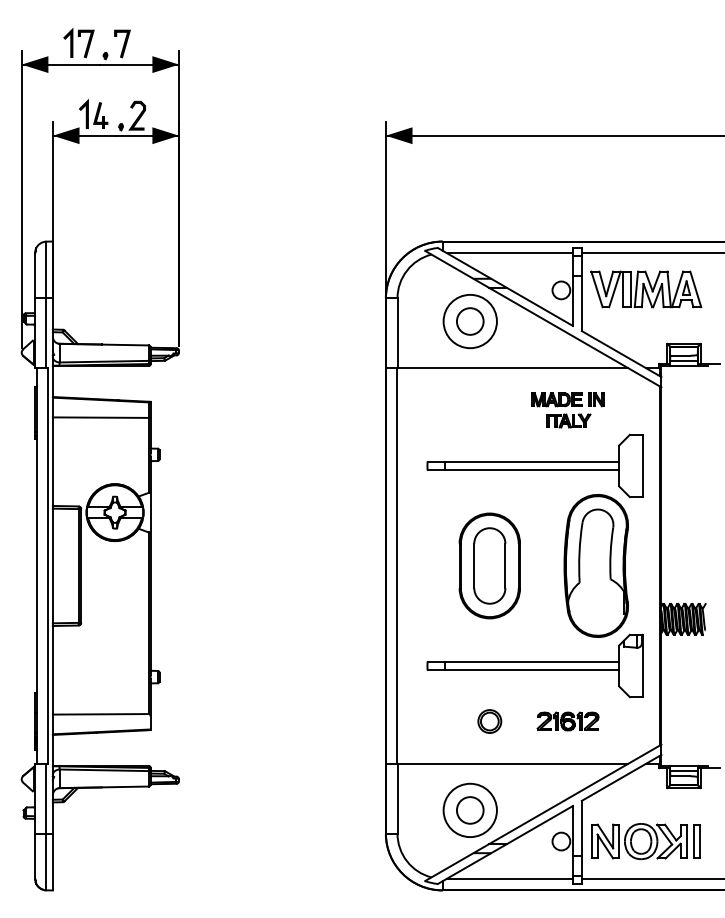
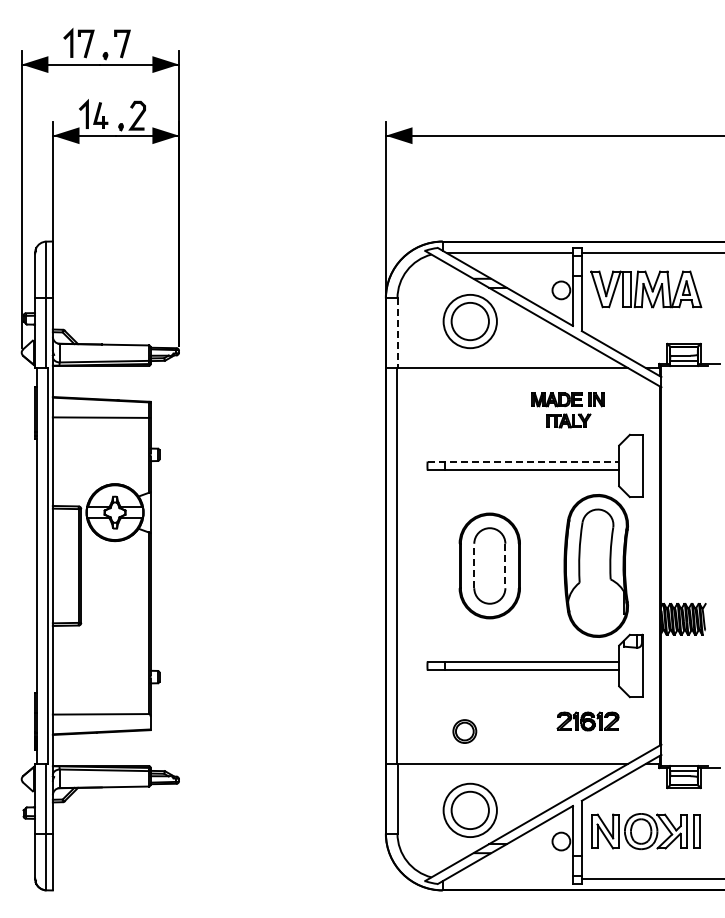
circle at (469, 321) diameter: 27 px -> 37 px
line at (397, 333): solid -> dashed
line at (523, 461): solid -> dashed
line at (474, 565): solid -> dashed
line at (505, 566): solid -> dashed
part at (489, 721) position: (489, 721) -> (464, 731)
part at (567, 721) position: (567, 721) -> (587, 721)
circle at (469, 810) diameter: 27 px -> 37 px
part at (645, 841) position: (645, 841) -> (645, 831)
line at (509, 878): present -> none
